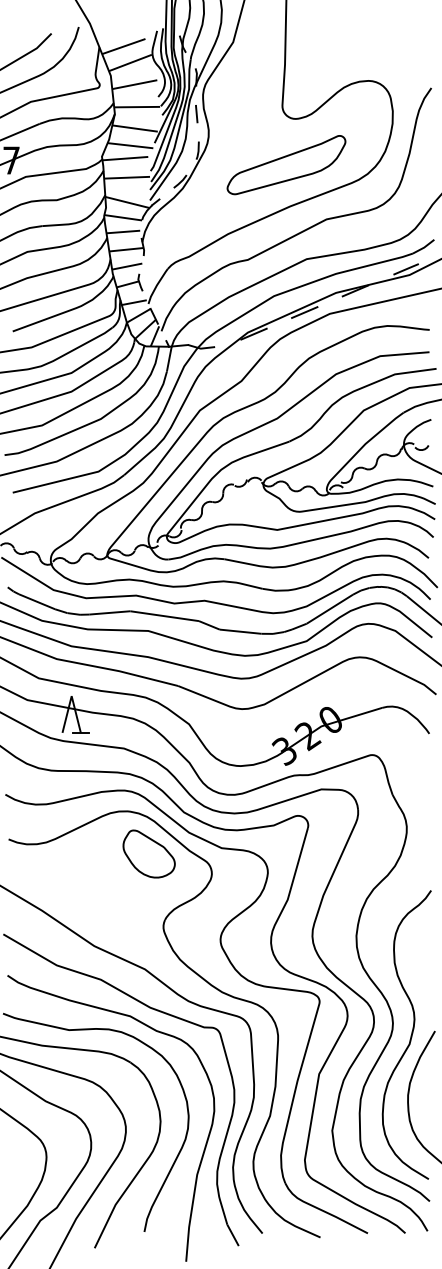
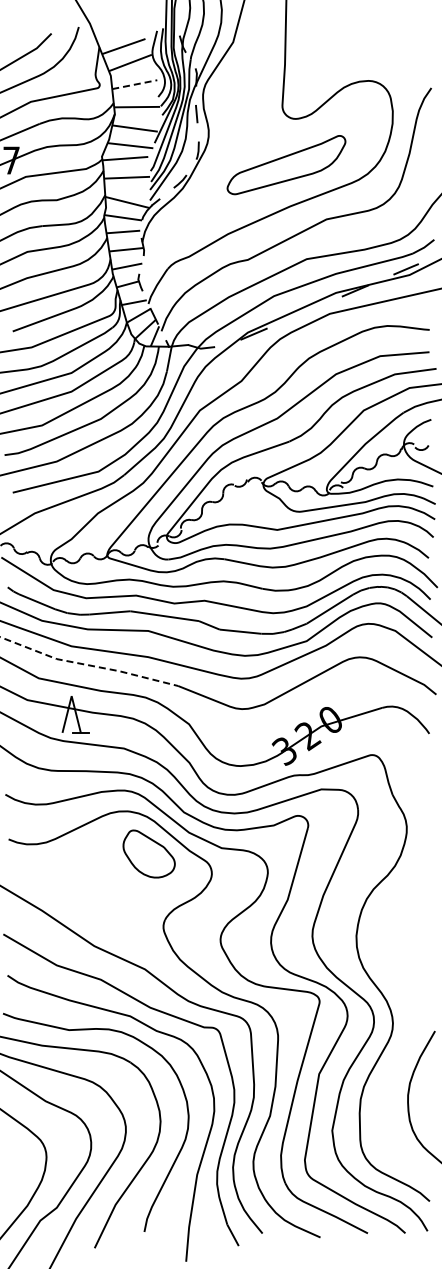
line at (134, 84): solid -> dashed
line at (304, 312): present -> none
line at (88, 665): solid -> dashed
curve at (410, 1035): present -> none
